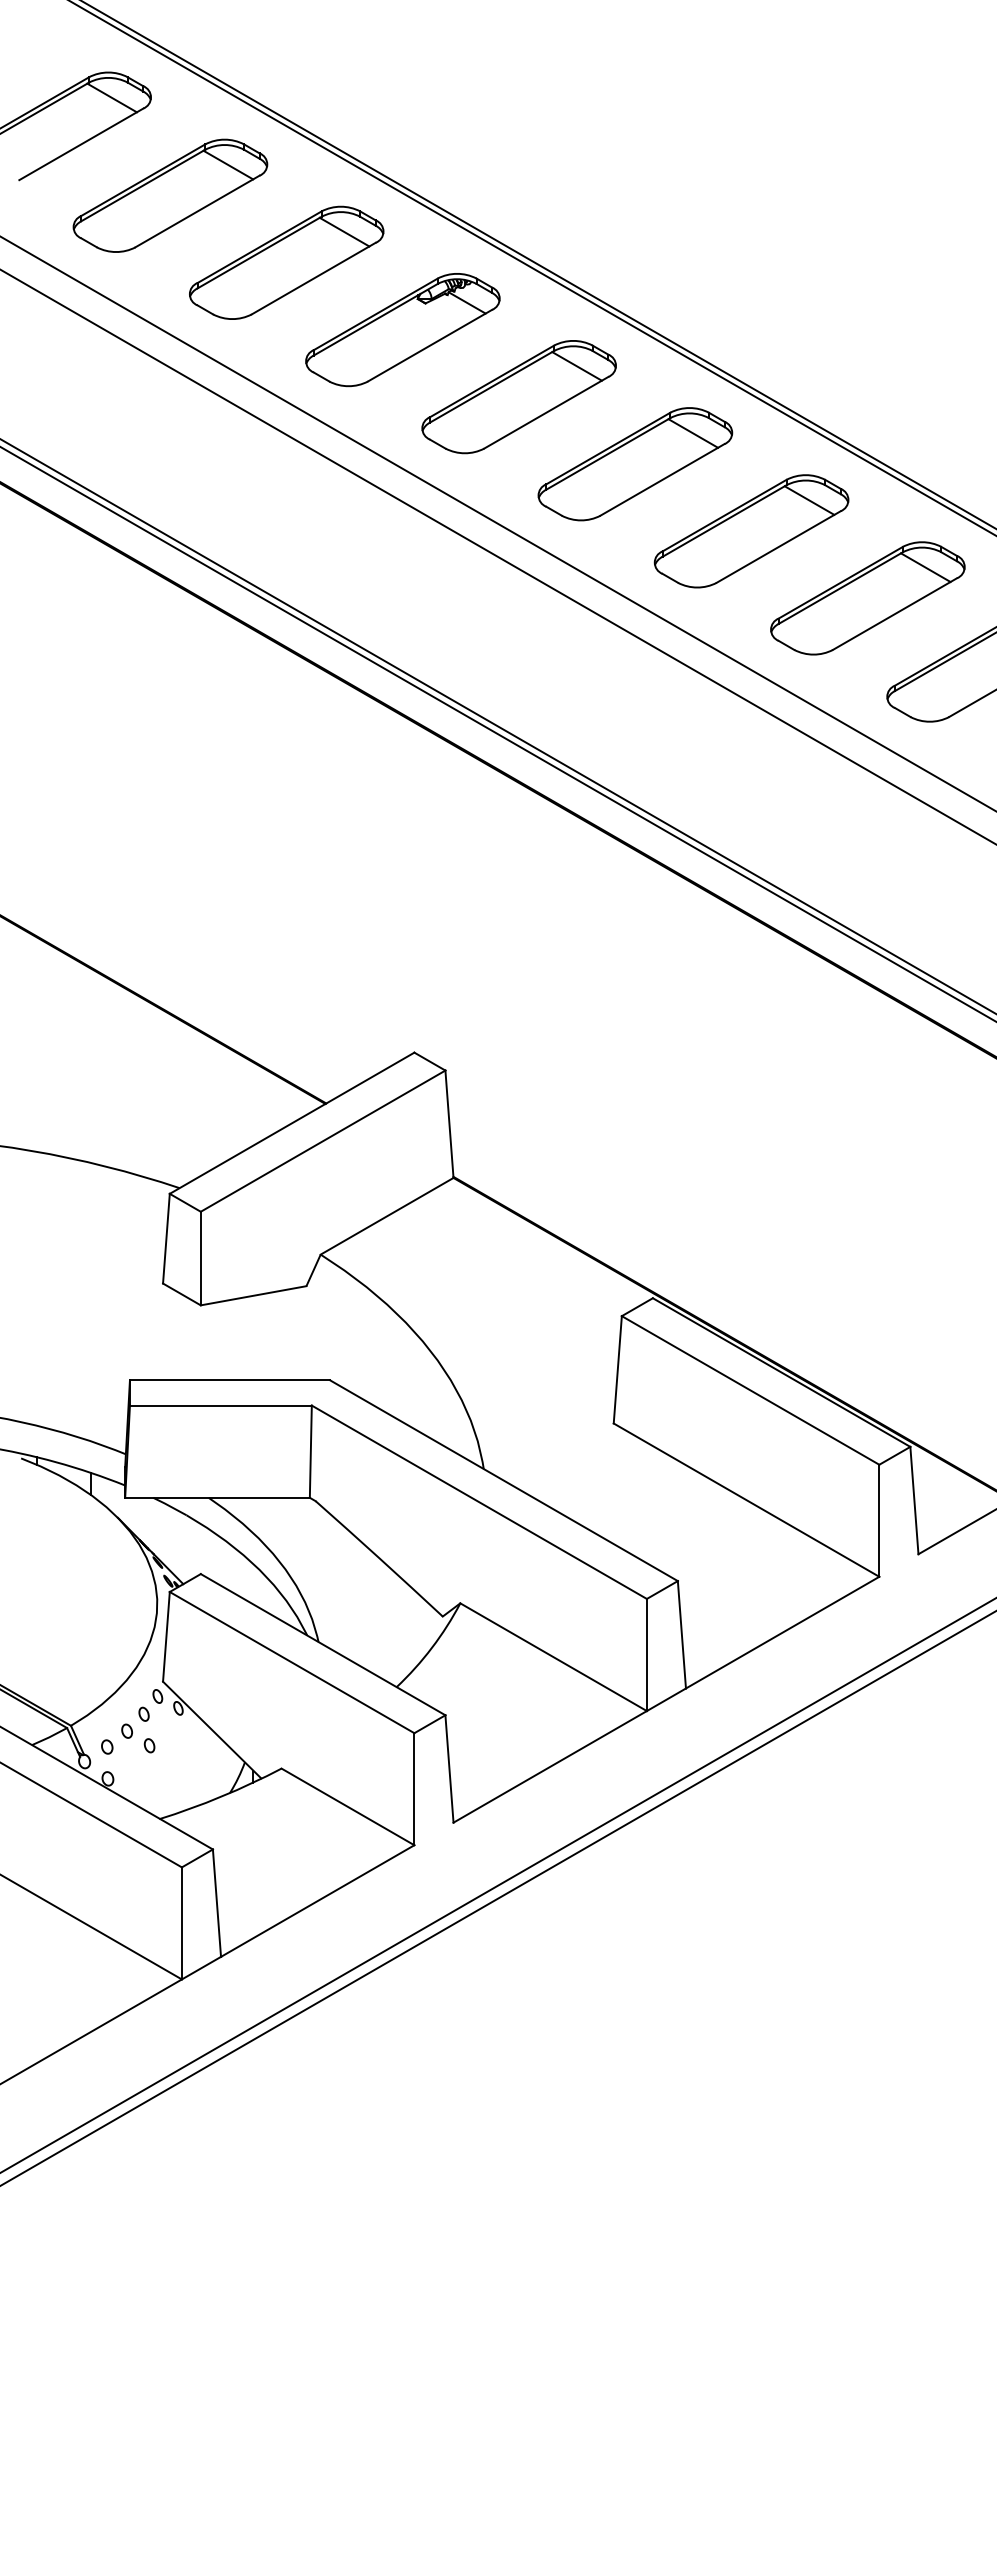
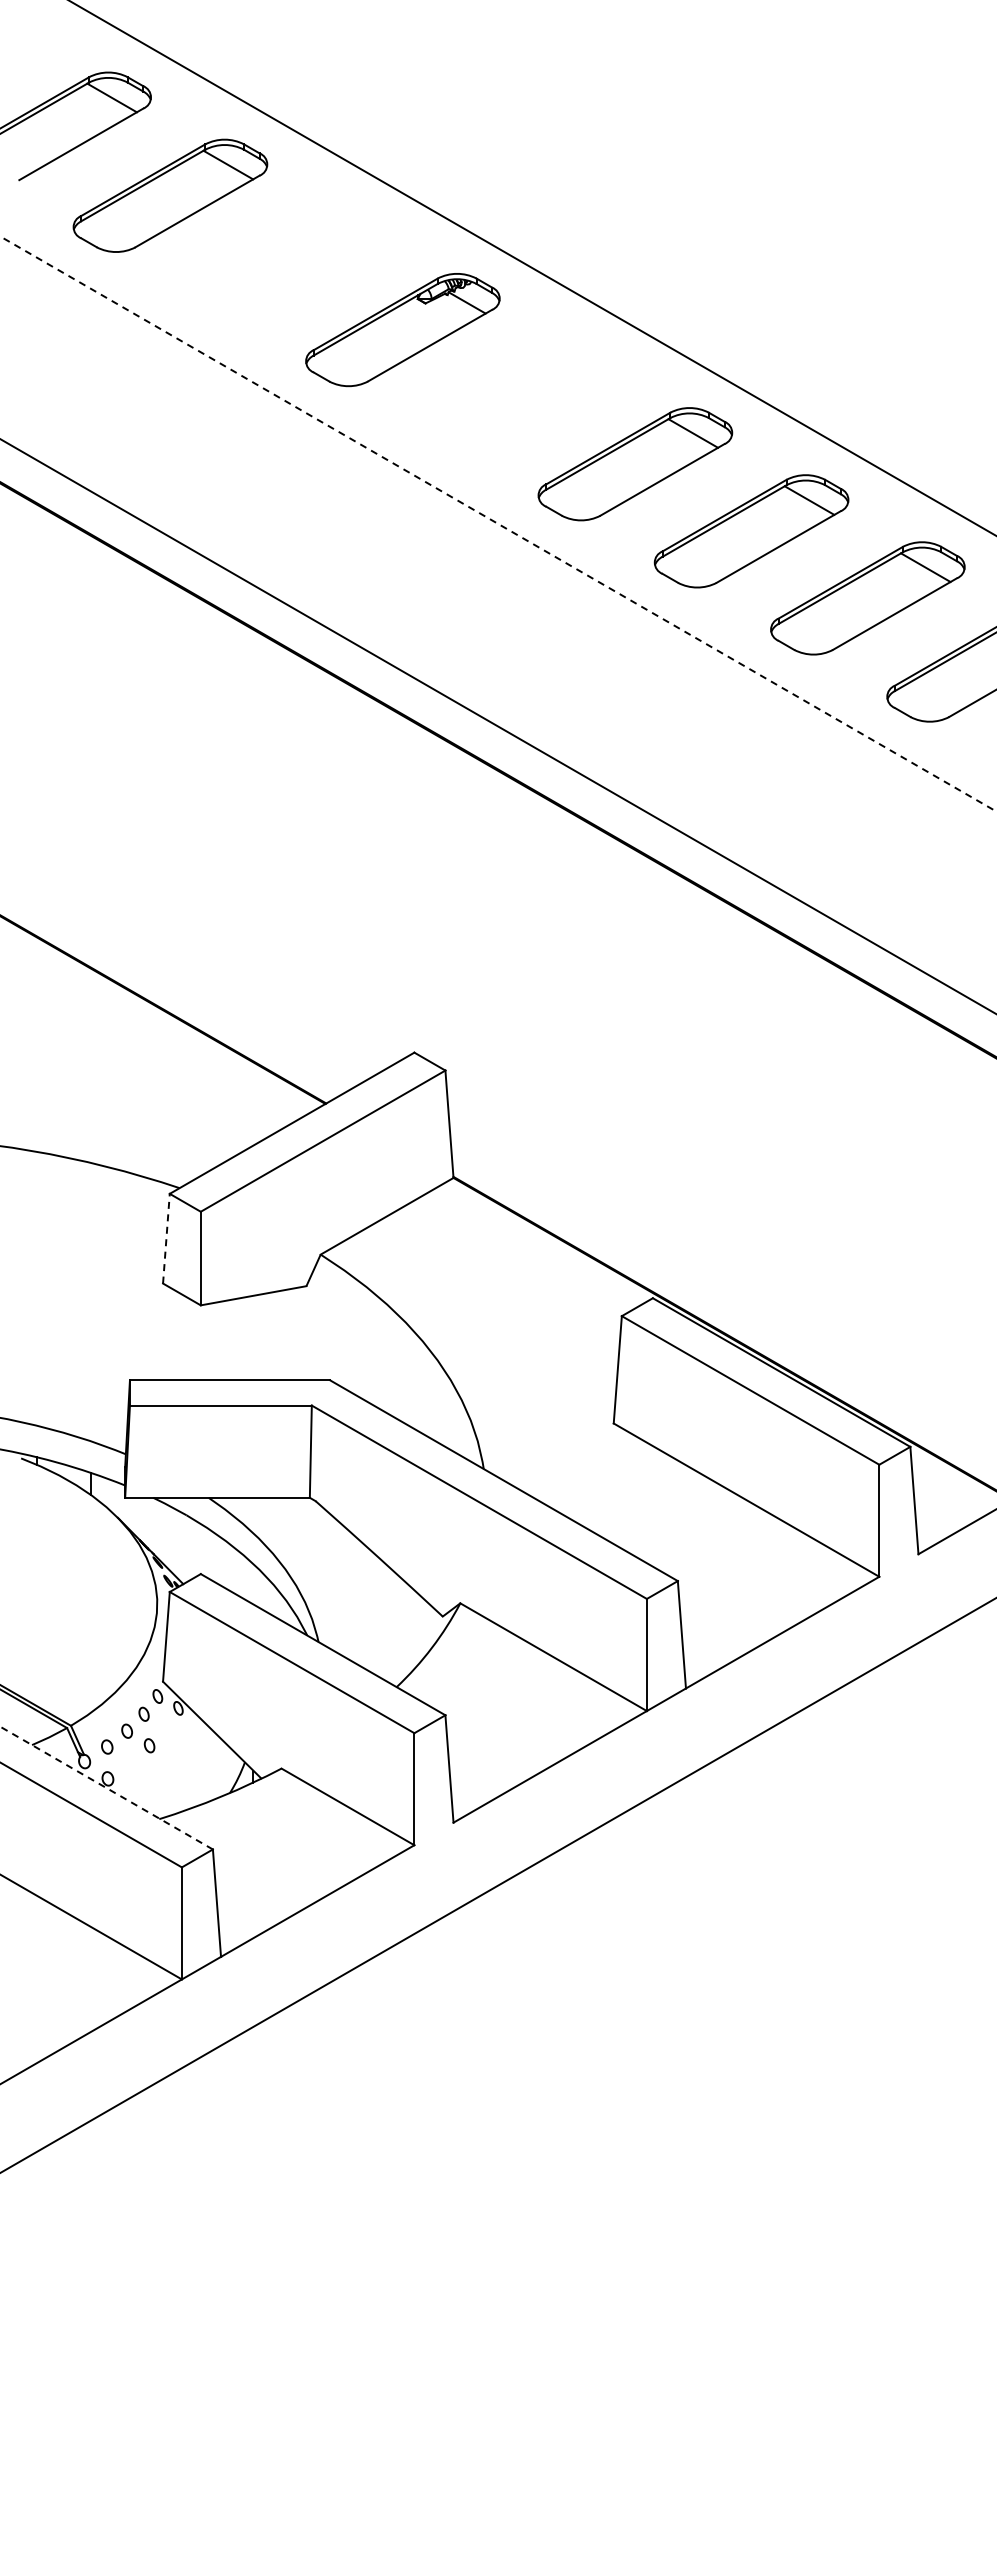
part at (286, 262): present -> none
line at (538, 264): present -> none
part at (518, 397): present -> none
line at (498, 524): solid -> dashed
line at (497, 556): present -> none
line at (497, 734): present -> none
line at (166, 1238): solid -> dashed
line at (106, 1788): solid -> dashed
line at (497, 1898): present -> none
